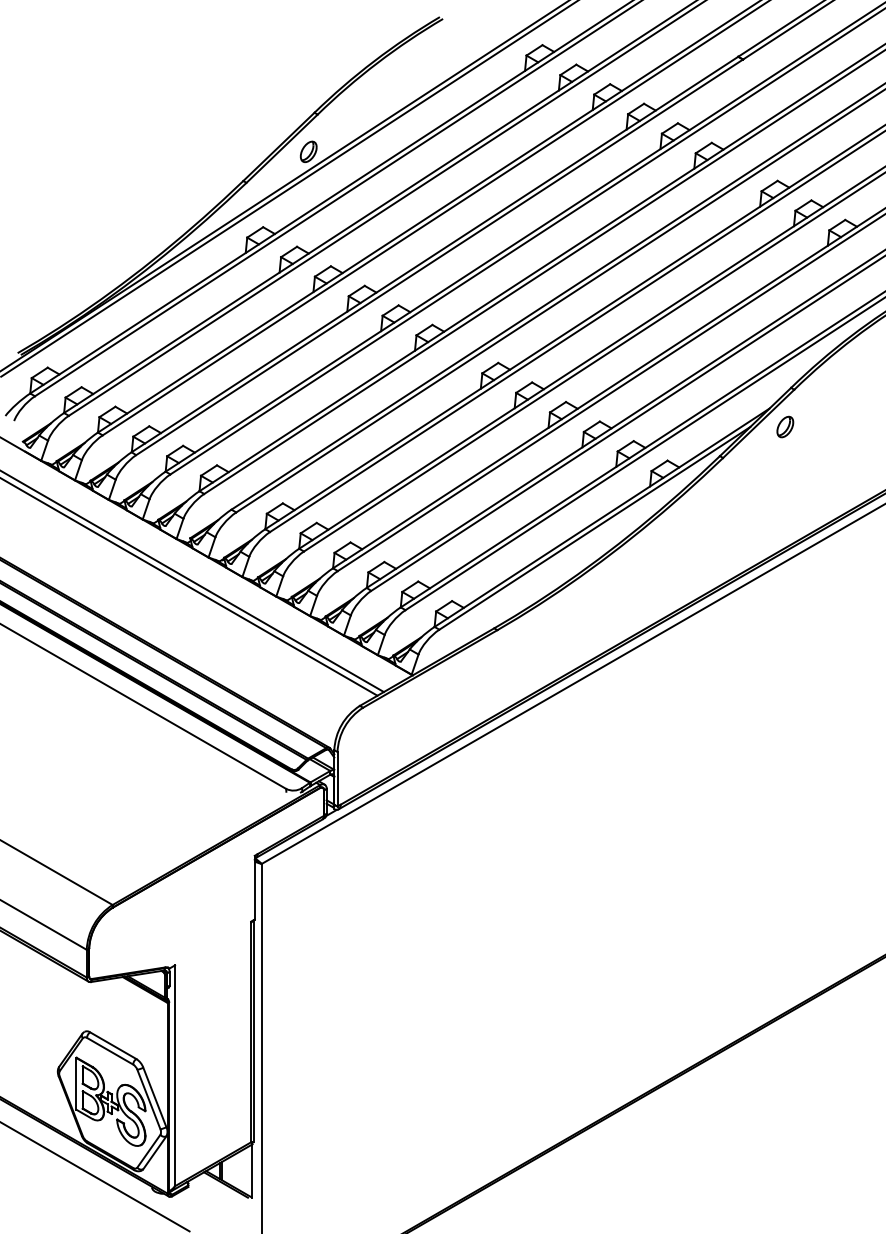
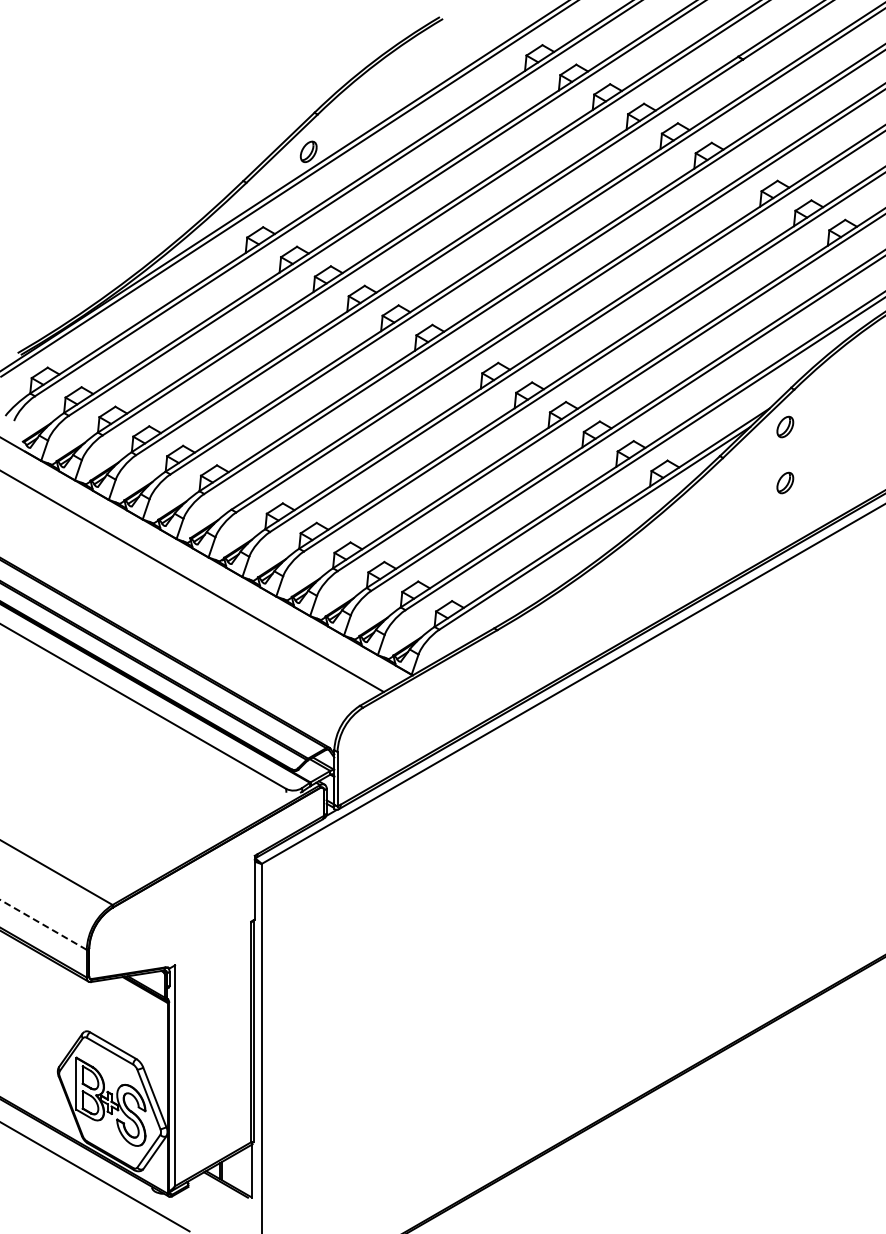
part at (785, 482): none -> present
line at (189, 586): present -> none
line at (43, 924): solid -> dashed
